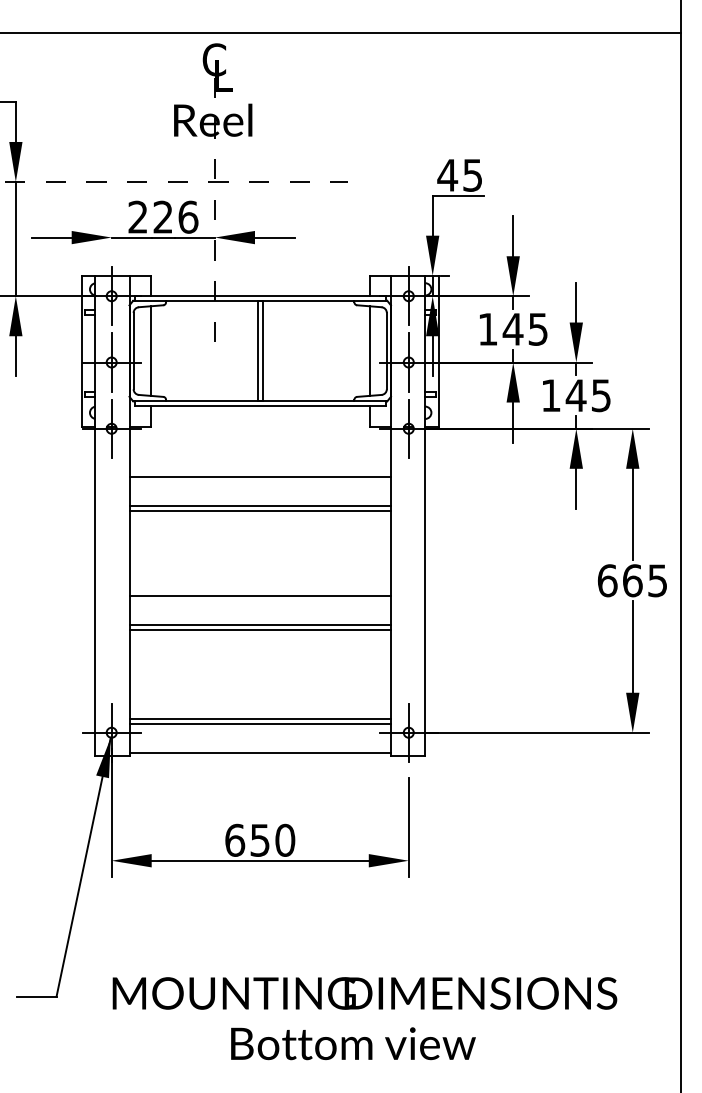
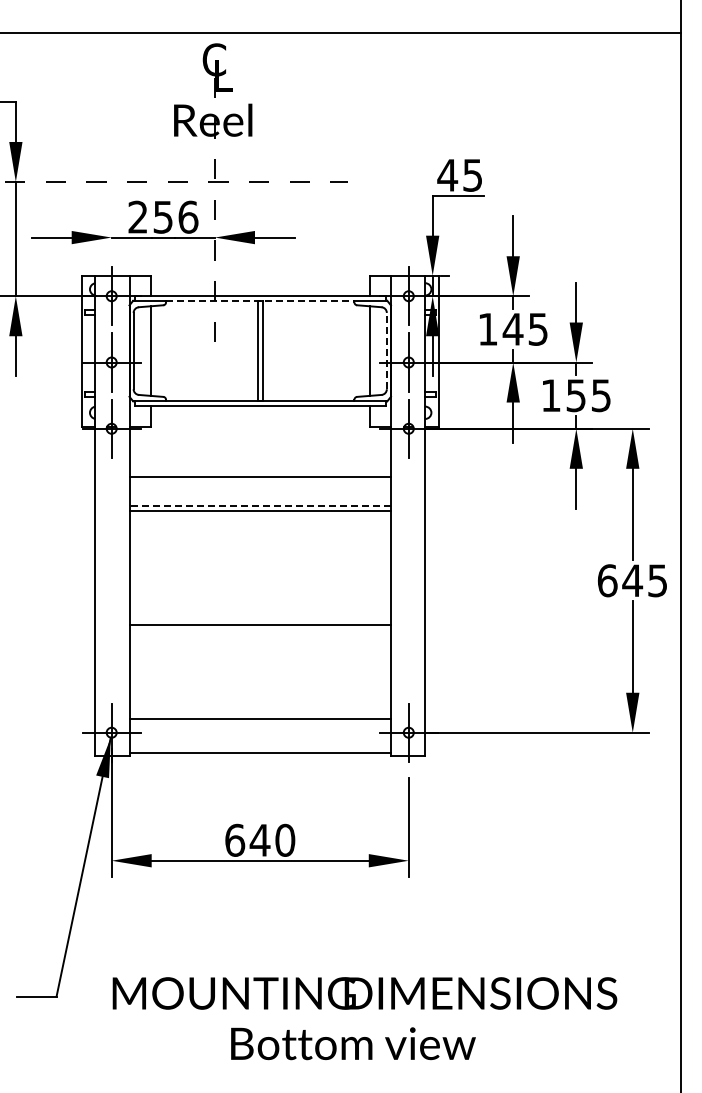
text at (162, 216): 226 -> 256
line at (260, 300): solid -> dashed
line at (386, 350): solid -> dashed
text at (575, 395): 145 -> 155
line at (260, 506): solid -> dashed
text at (632, 580): 665 -> 645
line at (259, 595): present -> none
line at (259, 629): present -> none
line at (259, 723): present -> none
text at (259, 840): 650 -> 640
